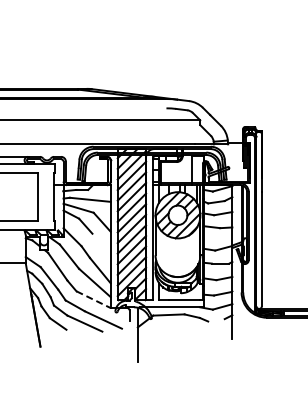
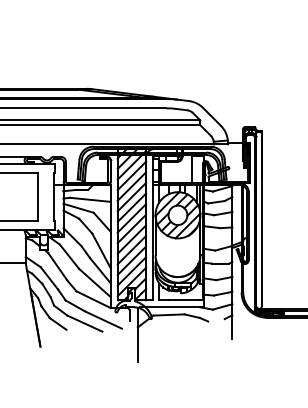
line at (84, 108): none -> present
line at (101, 125): none -> present
line at (101, 250): none -> present
line at (93, 299): dashed -> solid
